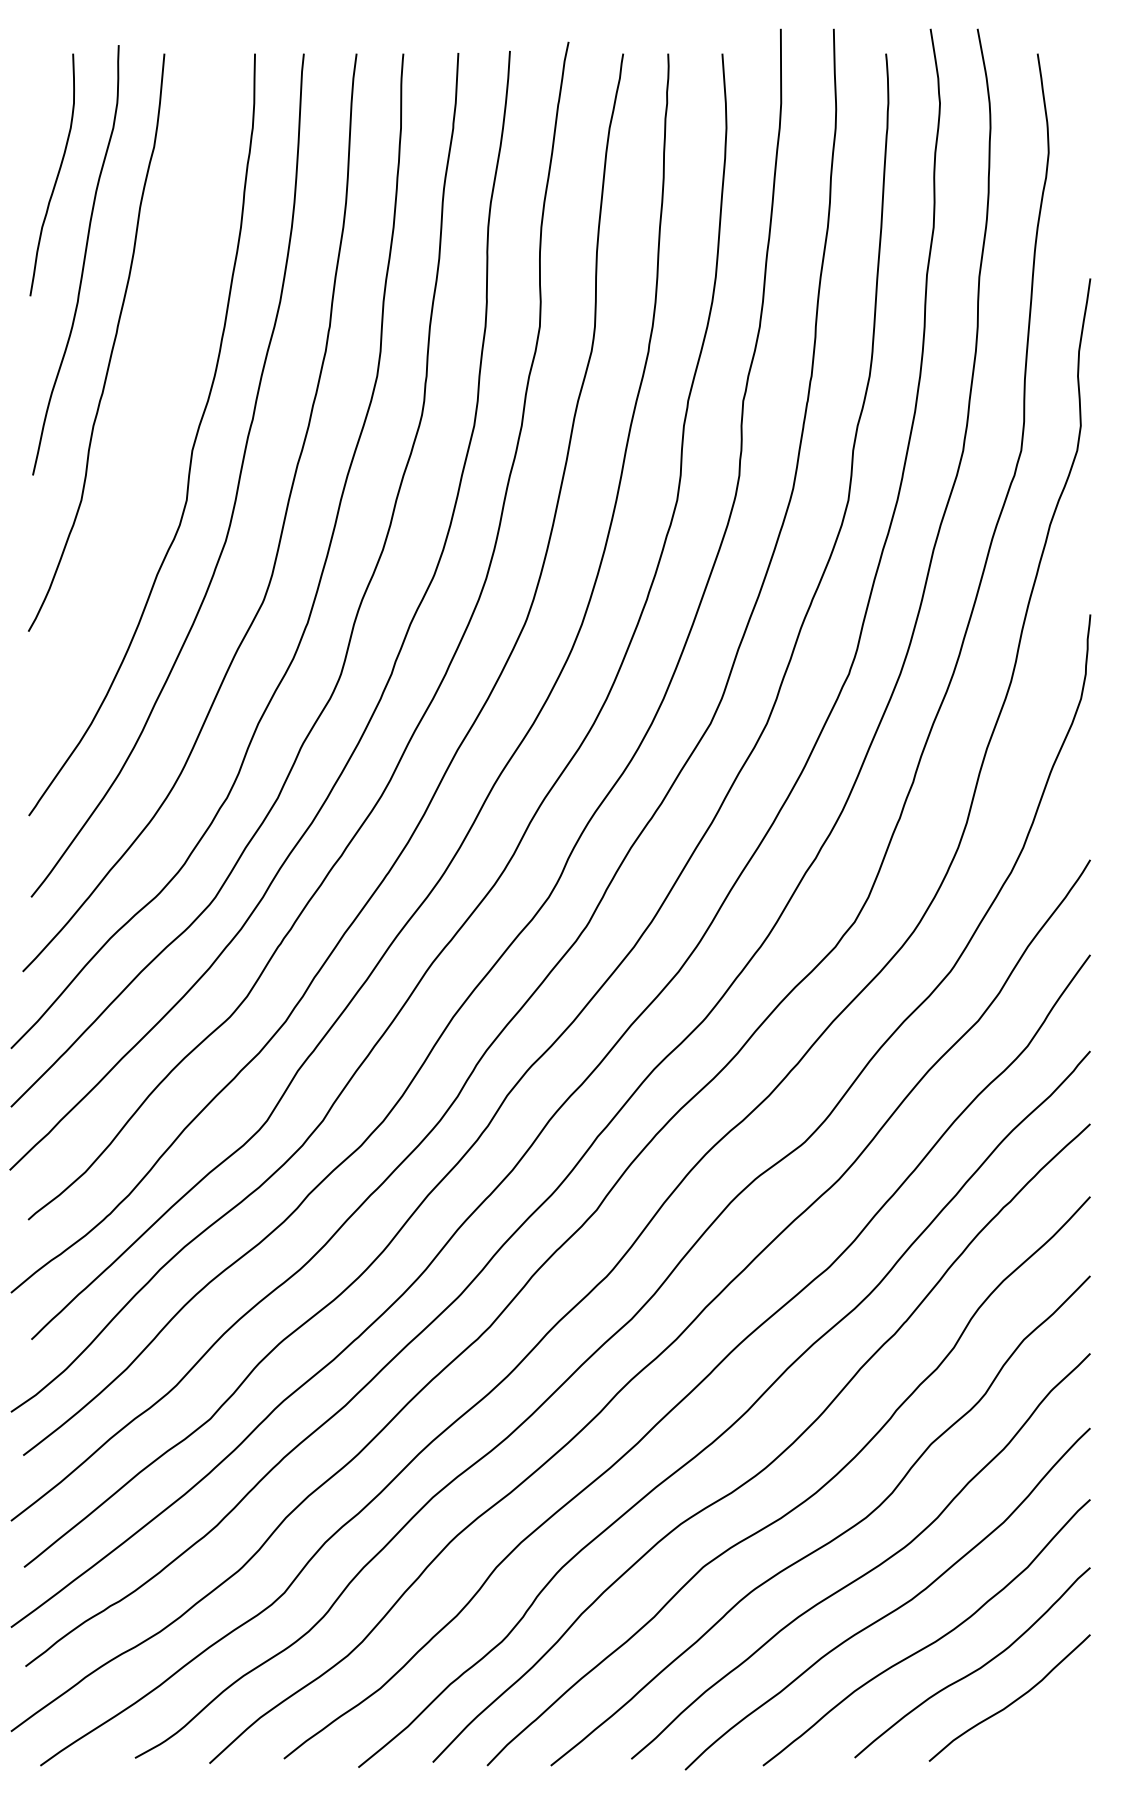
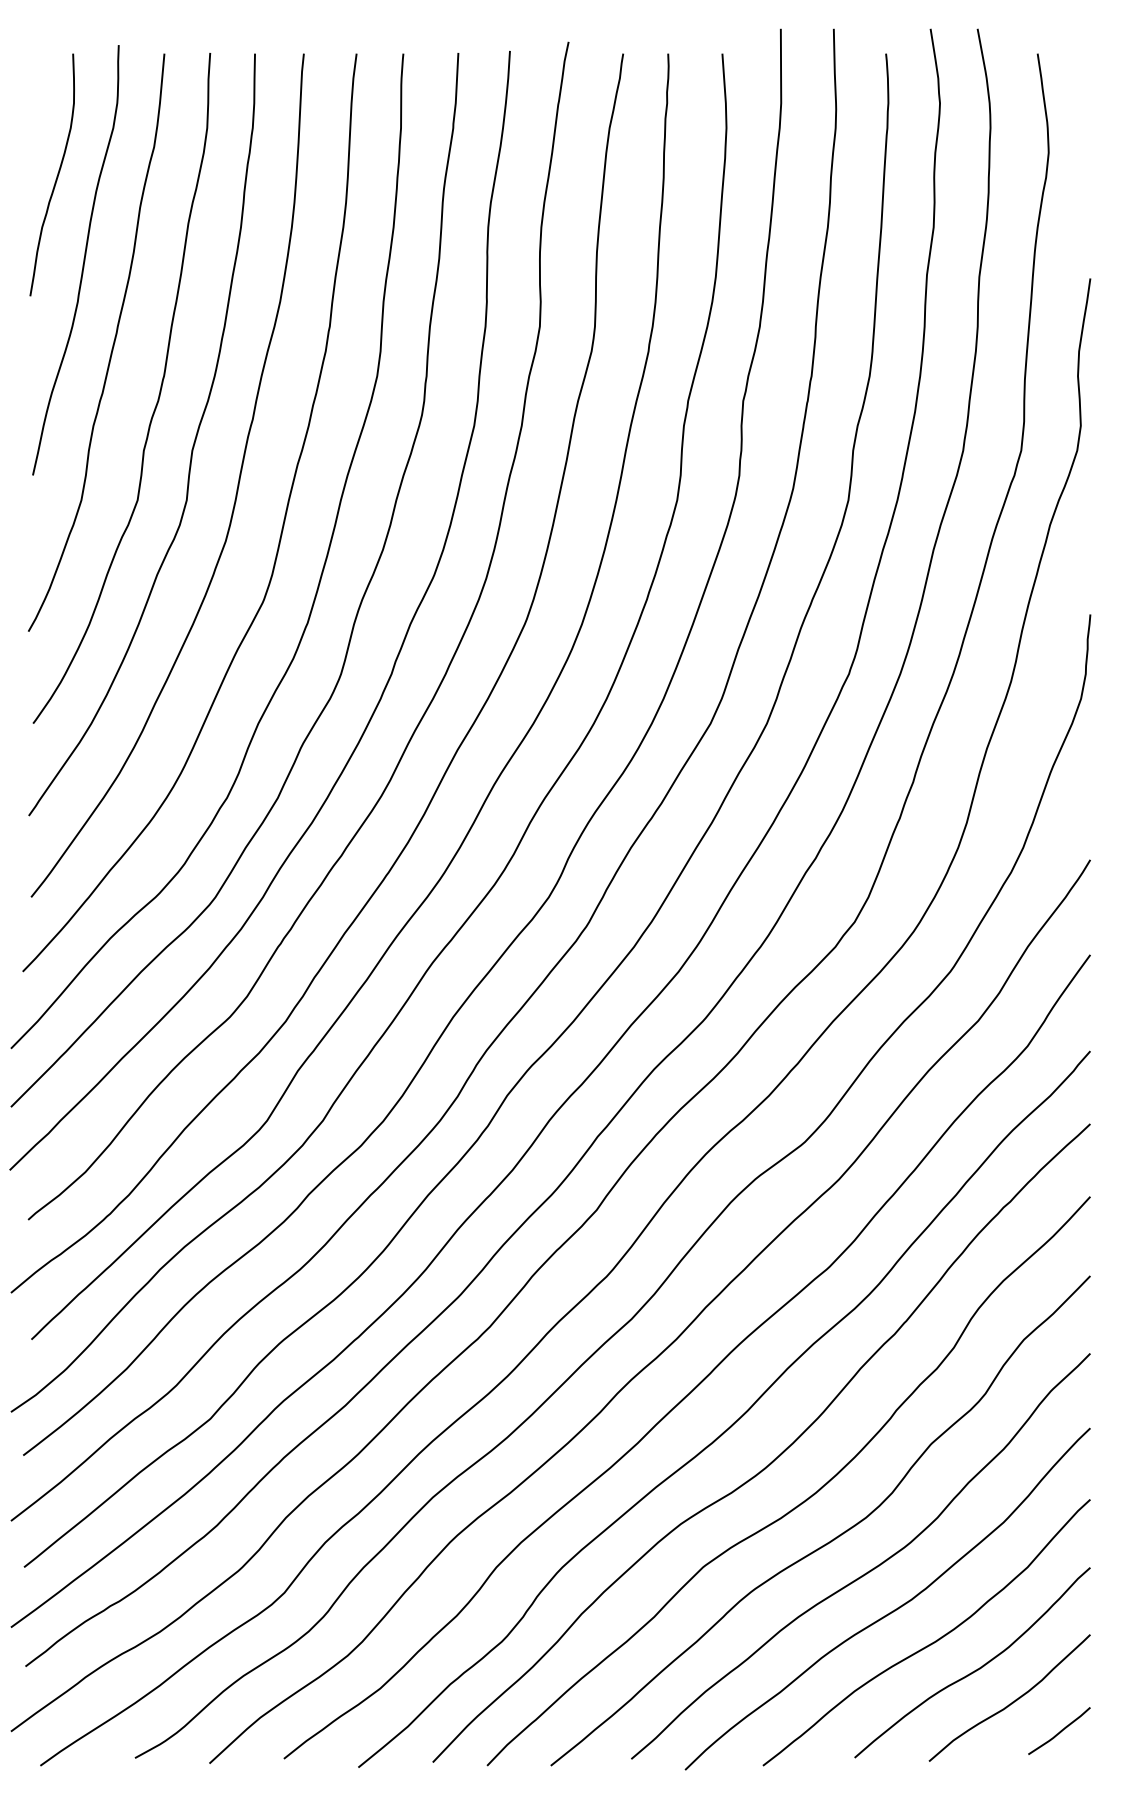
curve at (157, 398): none -> present
curve at (1060, 1730): none -> present
